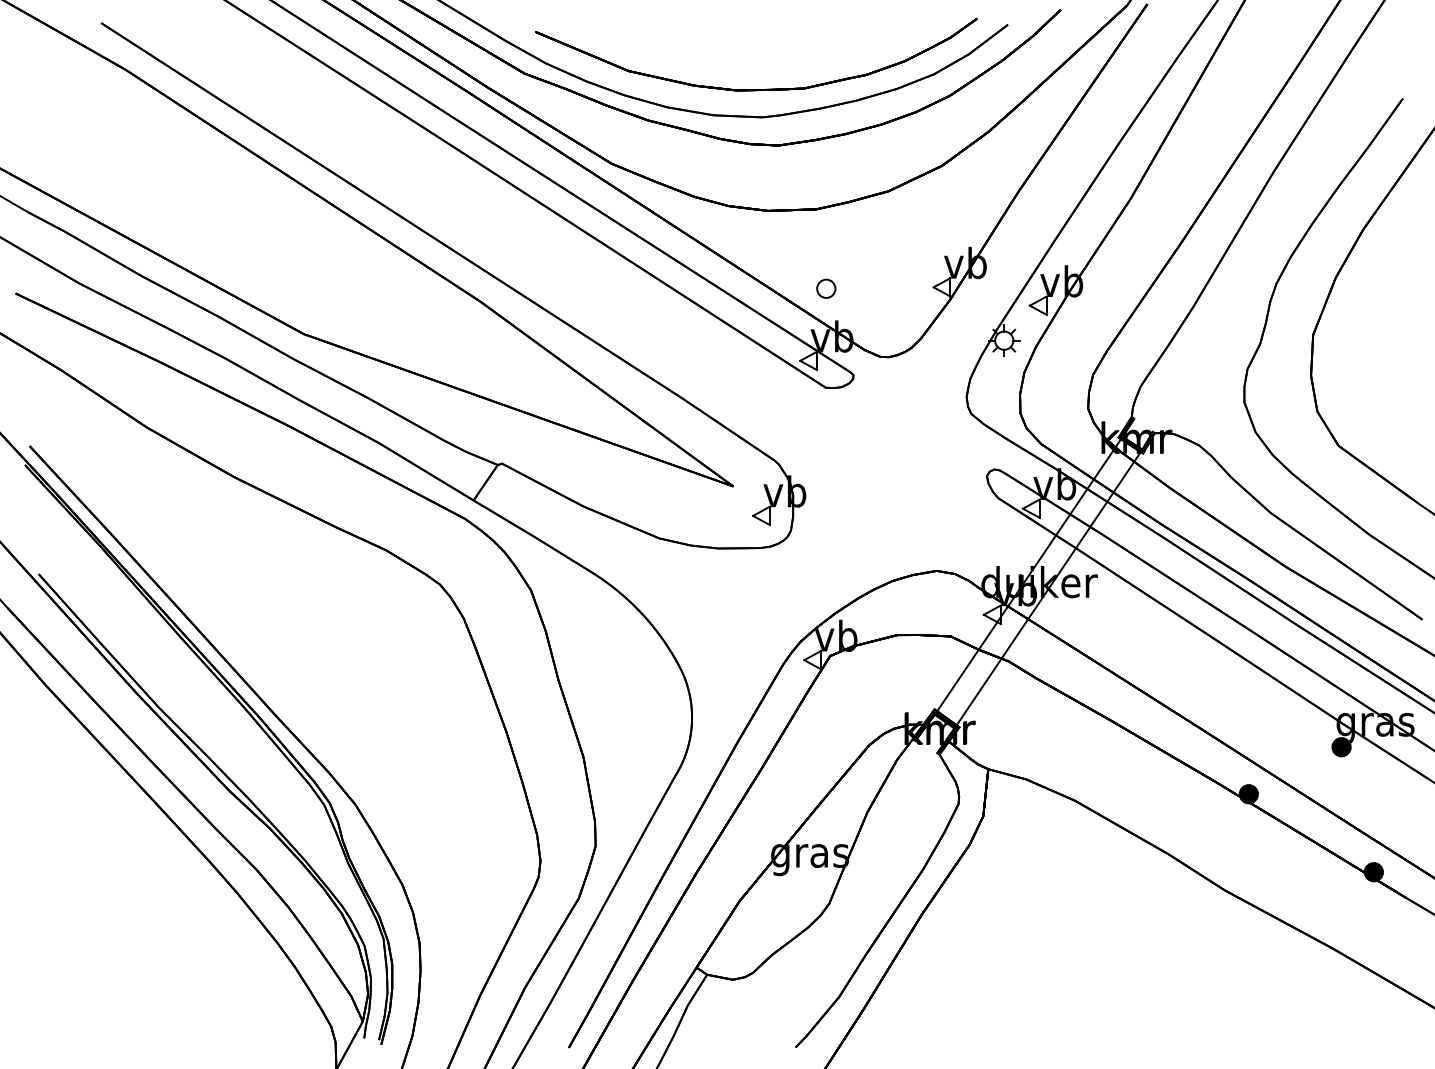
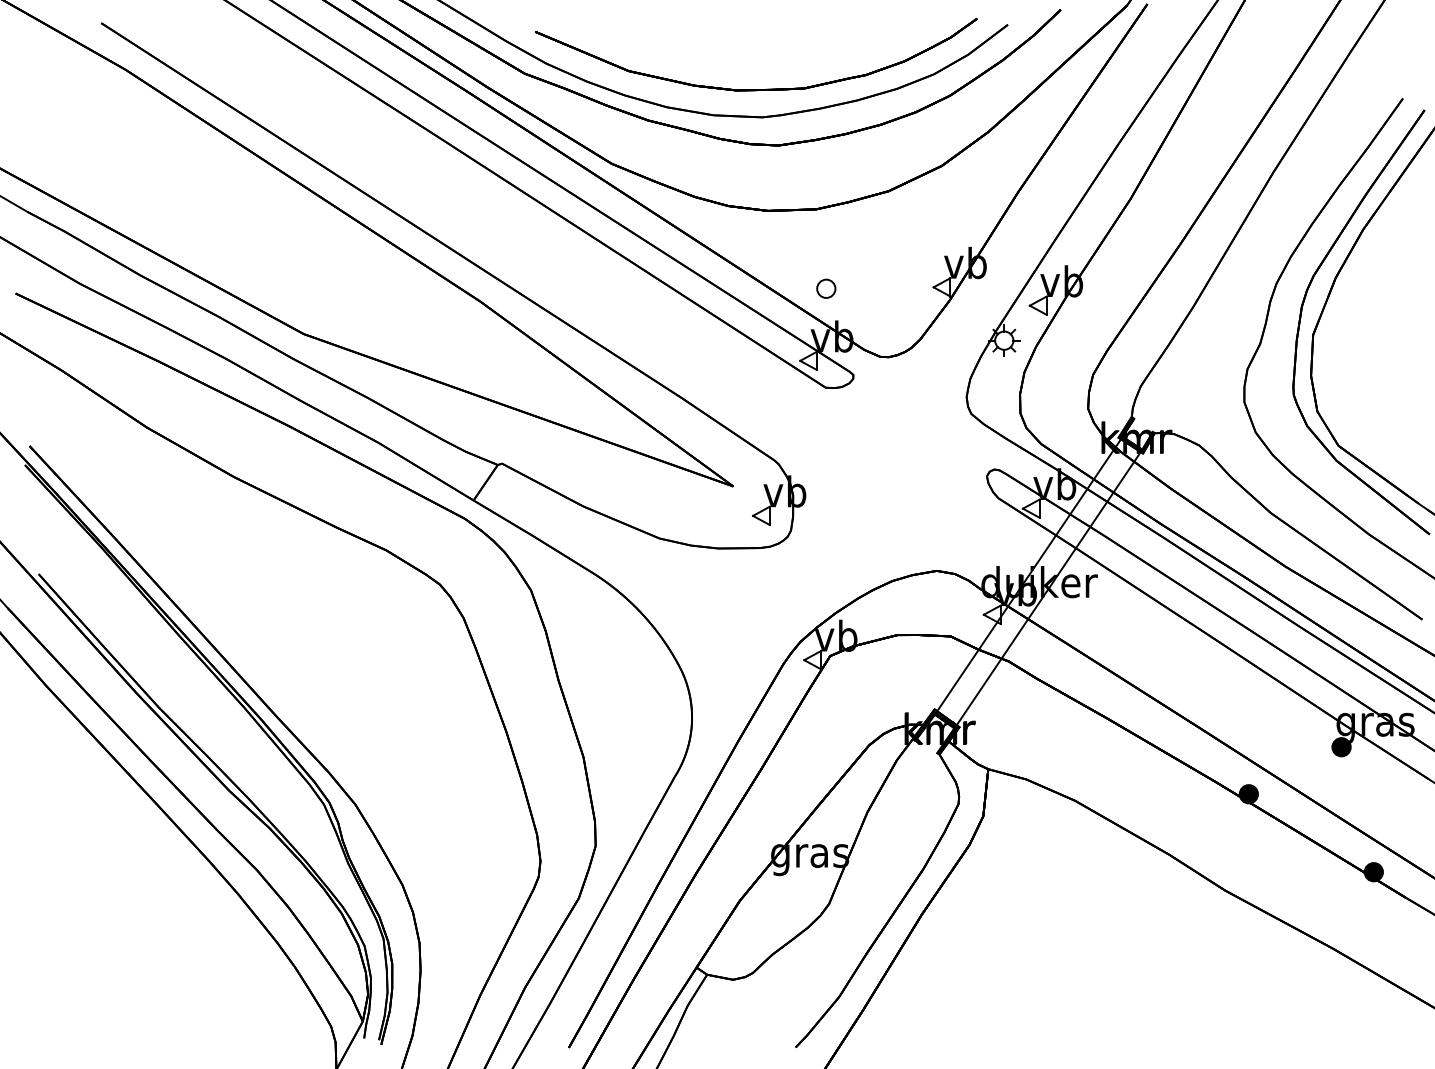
part at (1302, 311): none -> present
